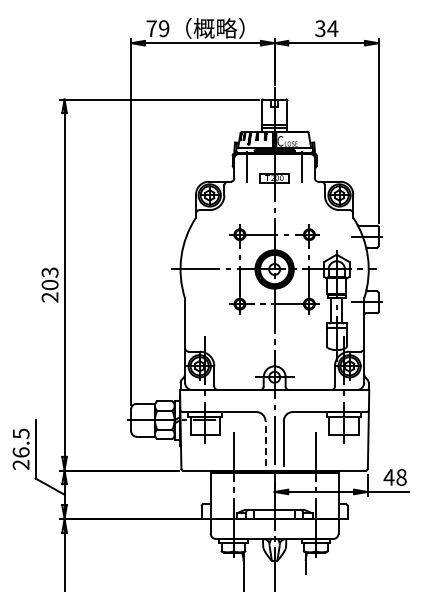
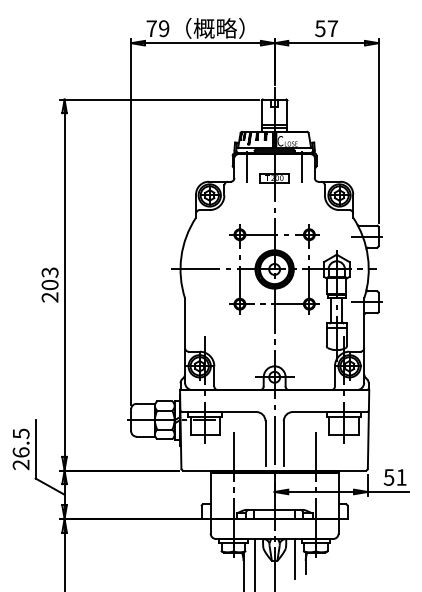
text at (326, 28): 34 -> 57
line at (265, 442): dashed -> solid
text at (394, 477): 48 -> 51
line at (294, 558): none -> present
line at (254, 563): none -> present
